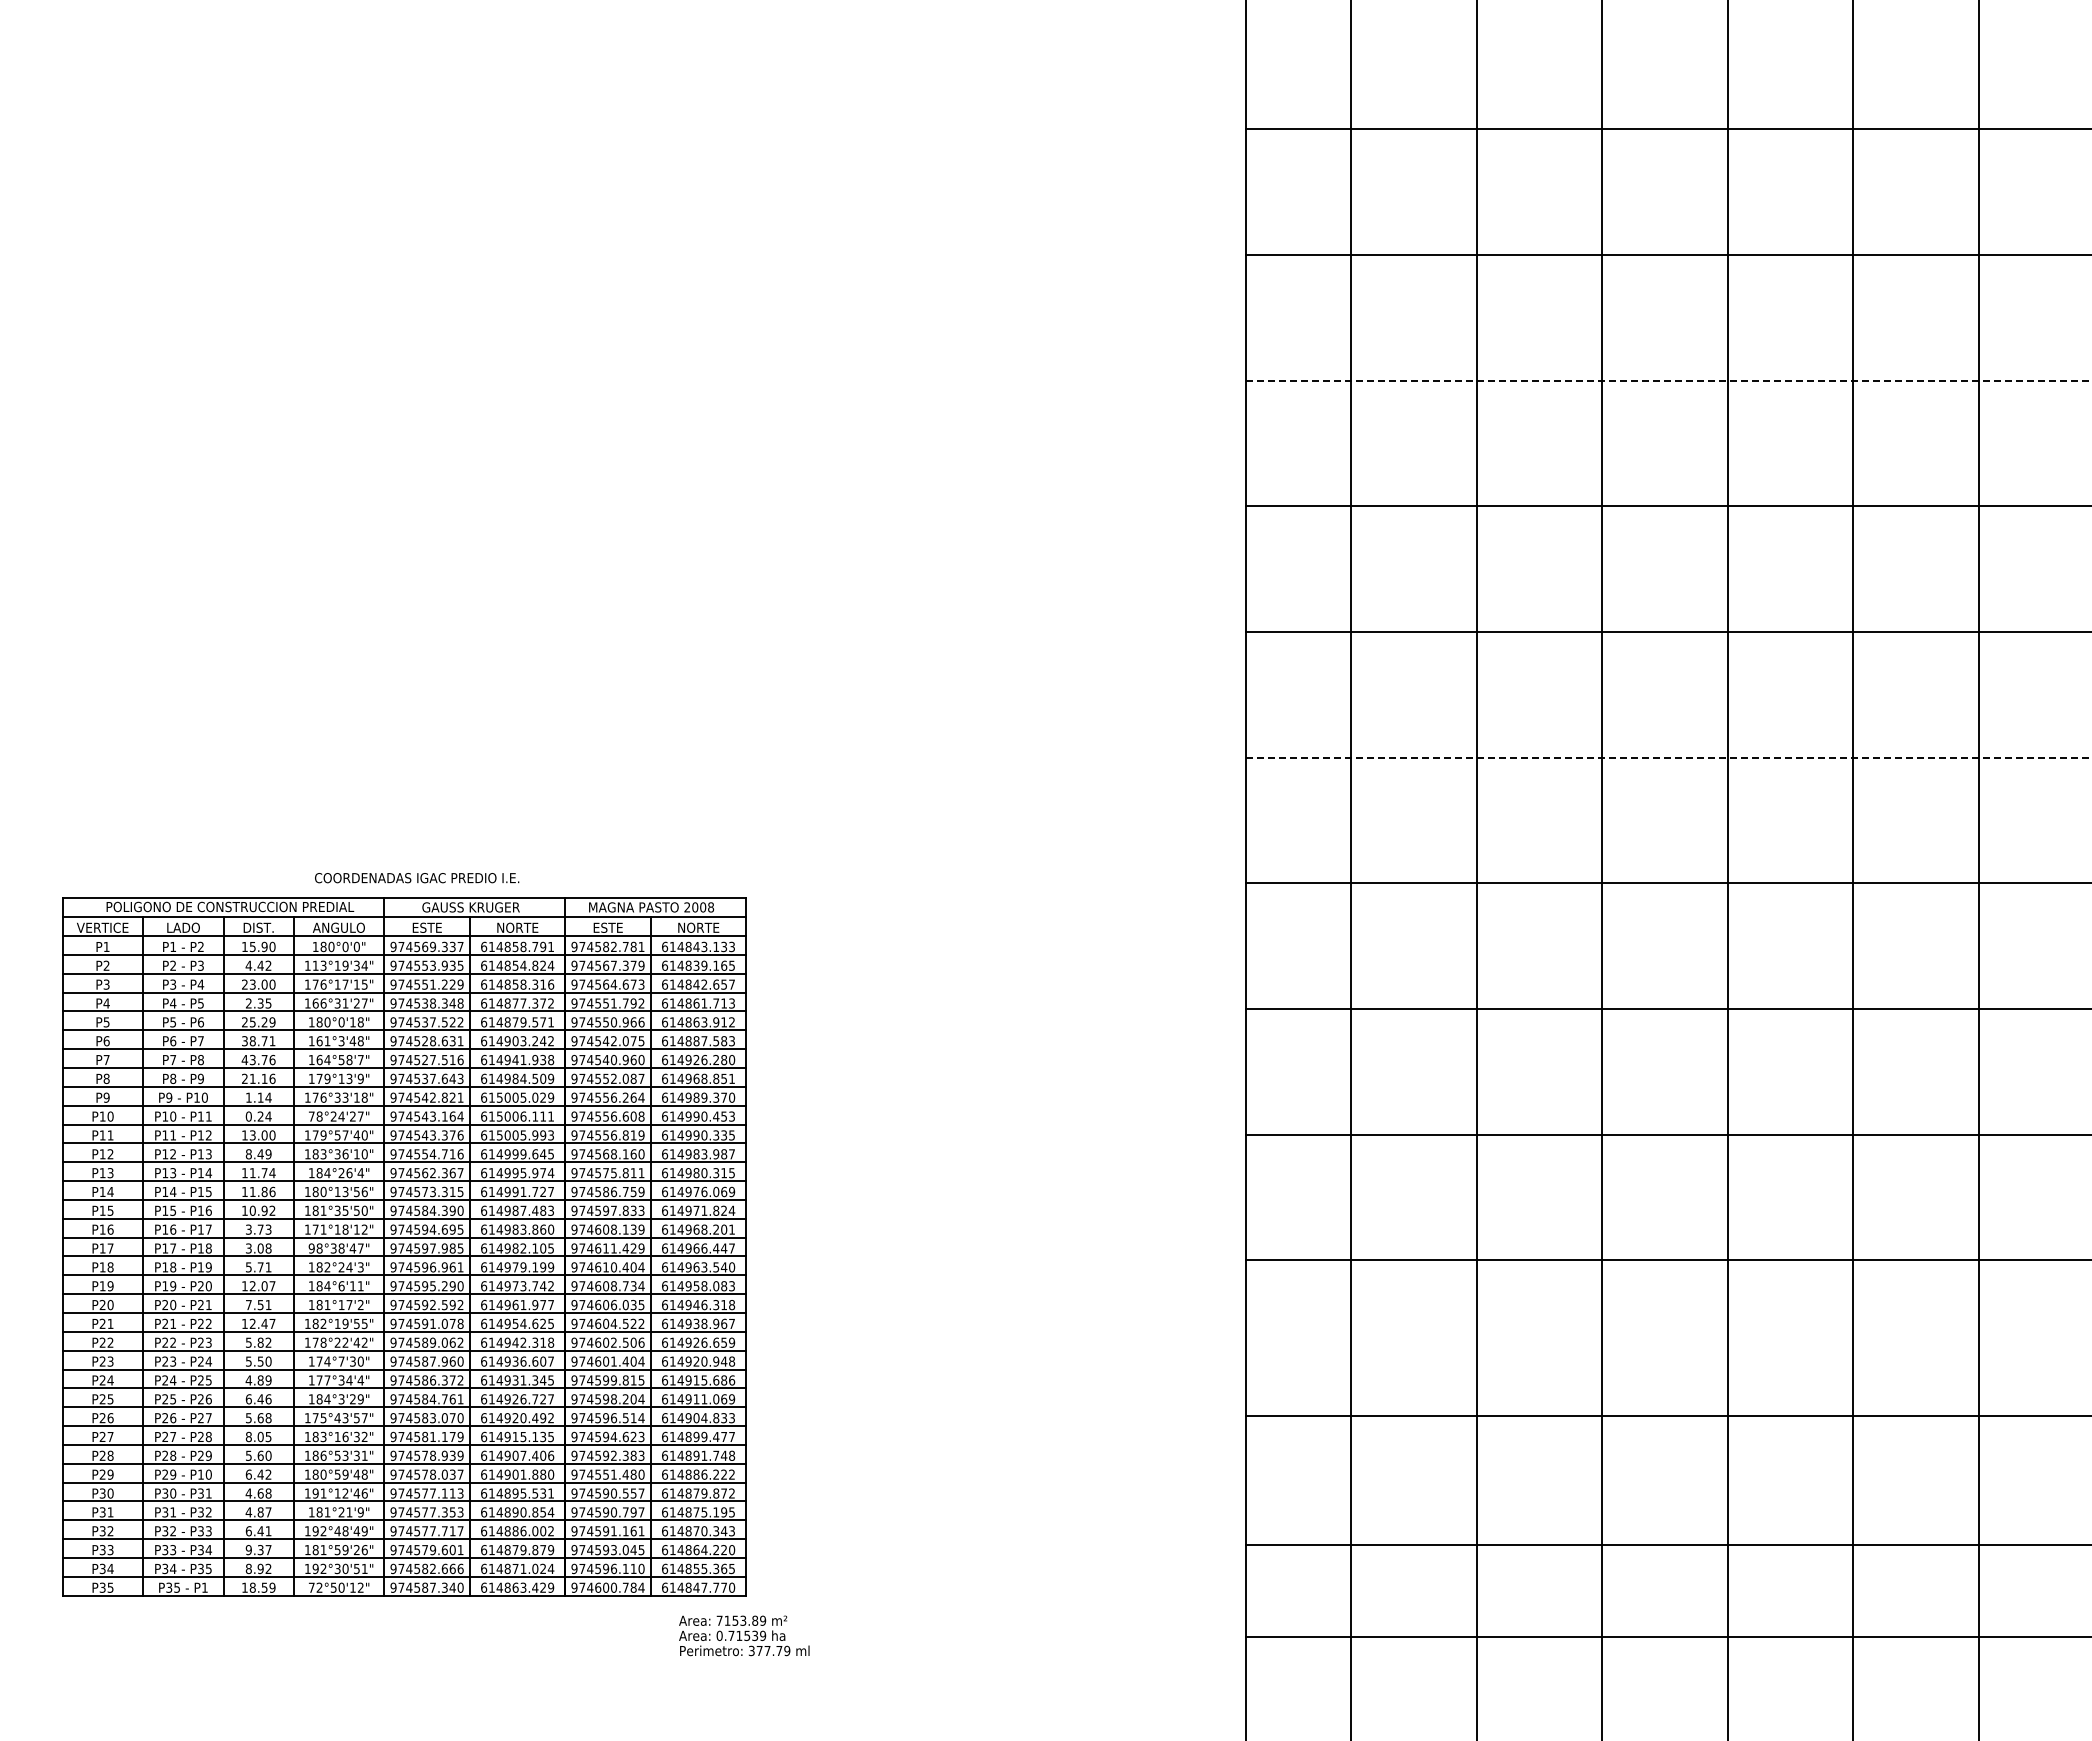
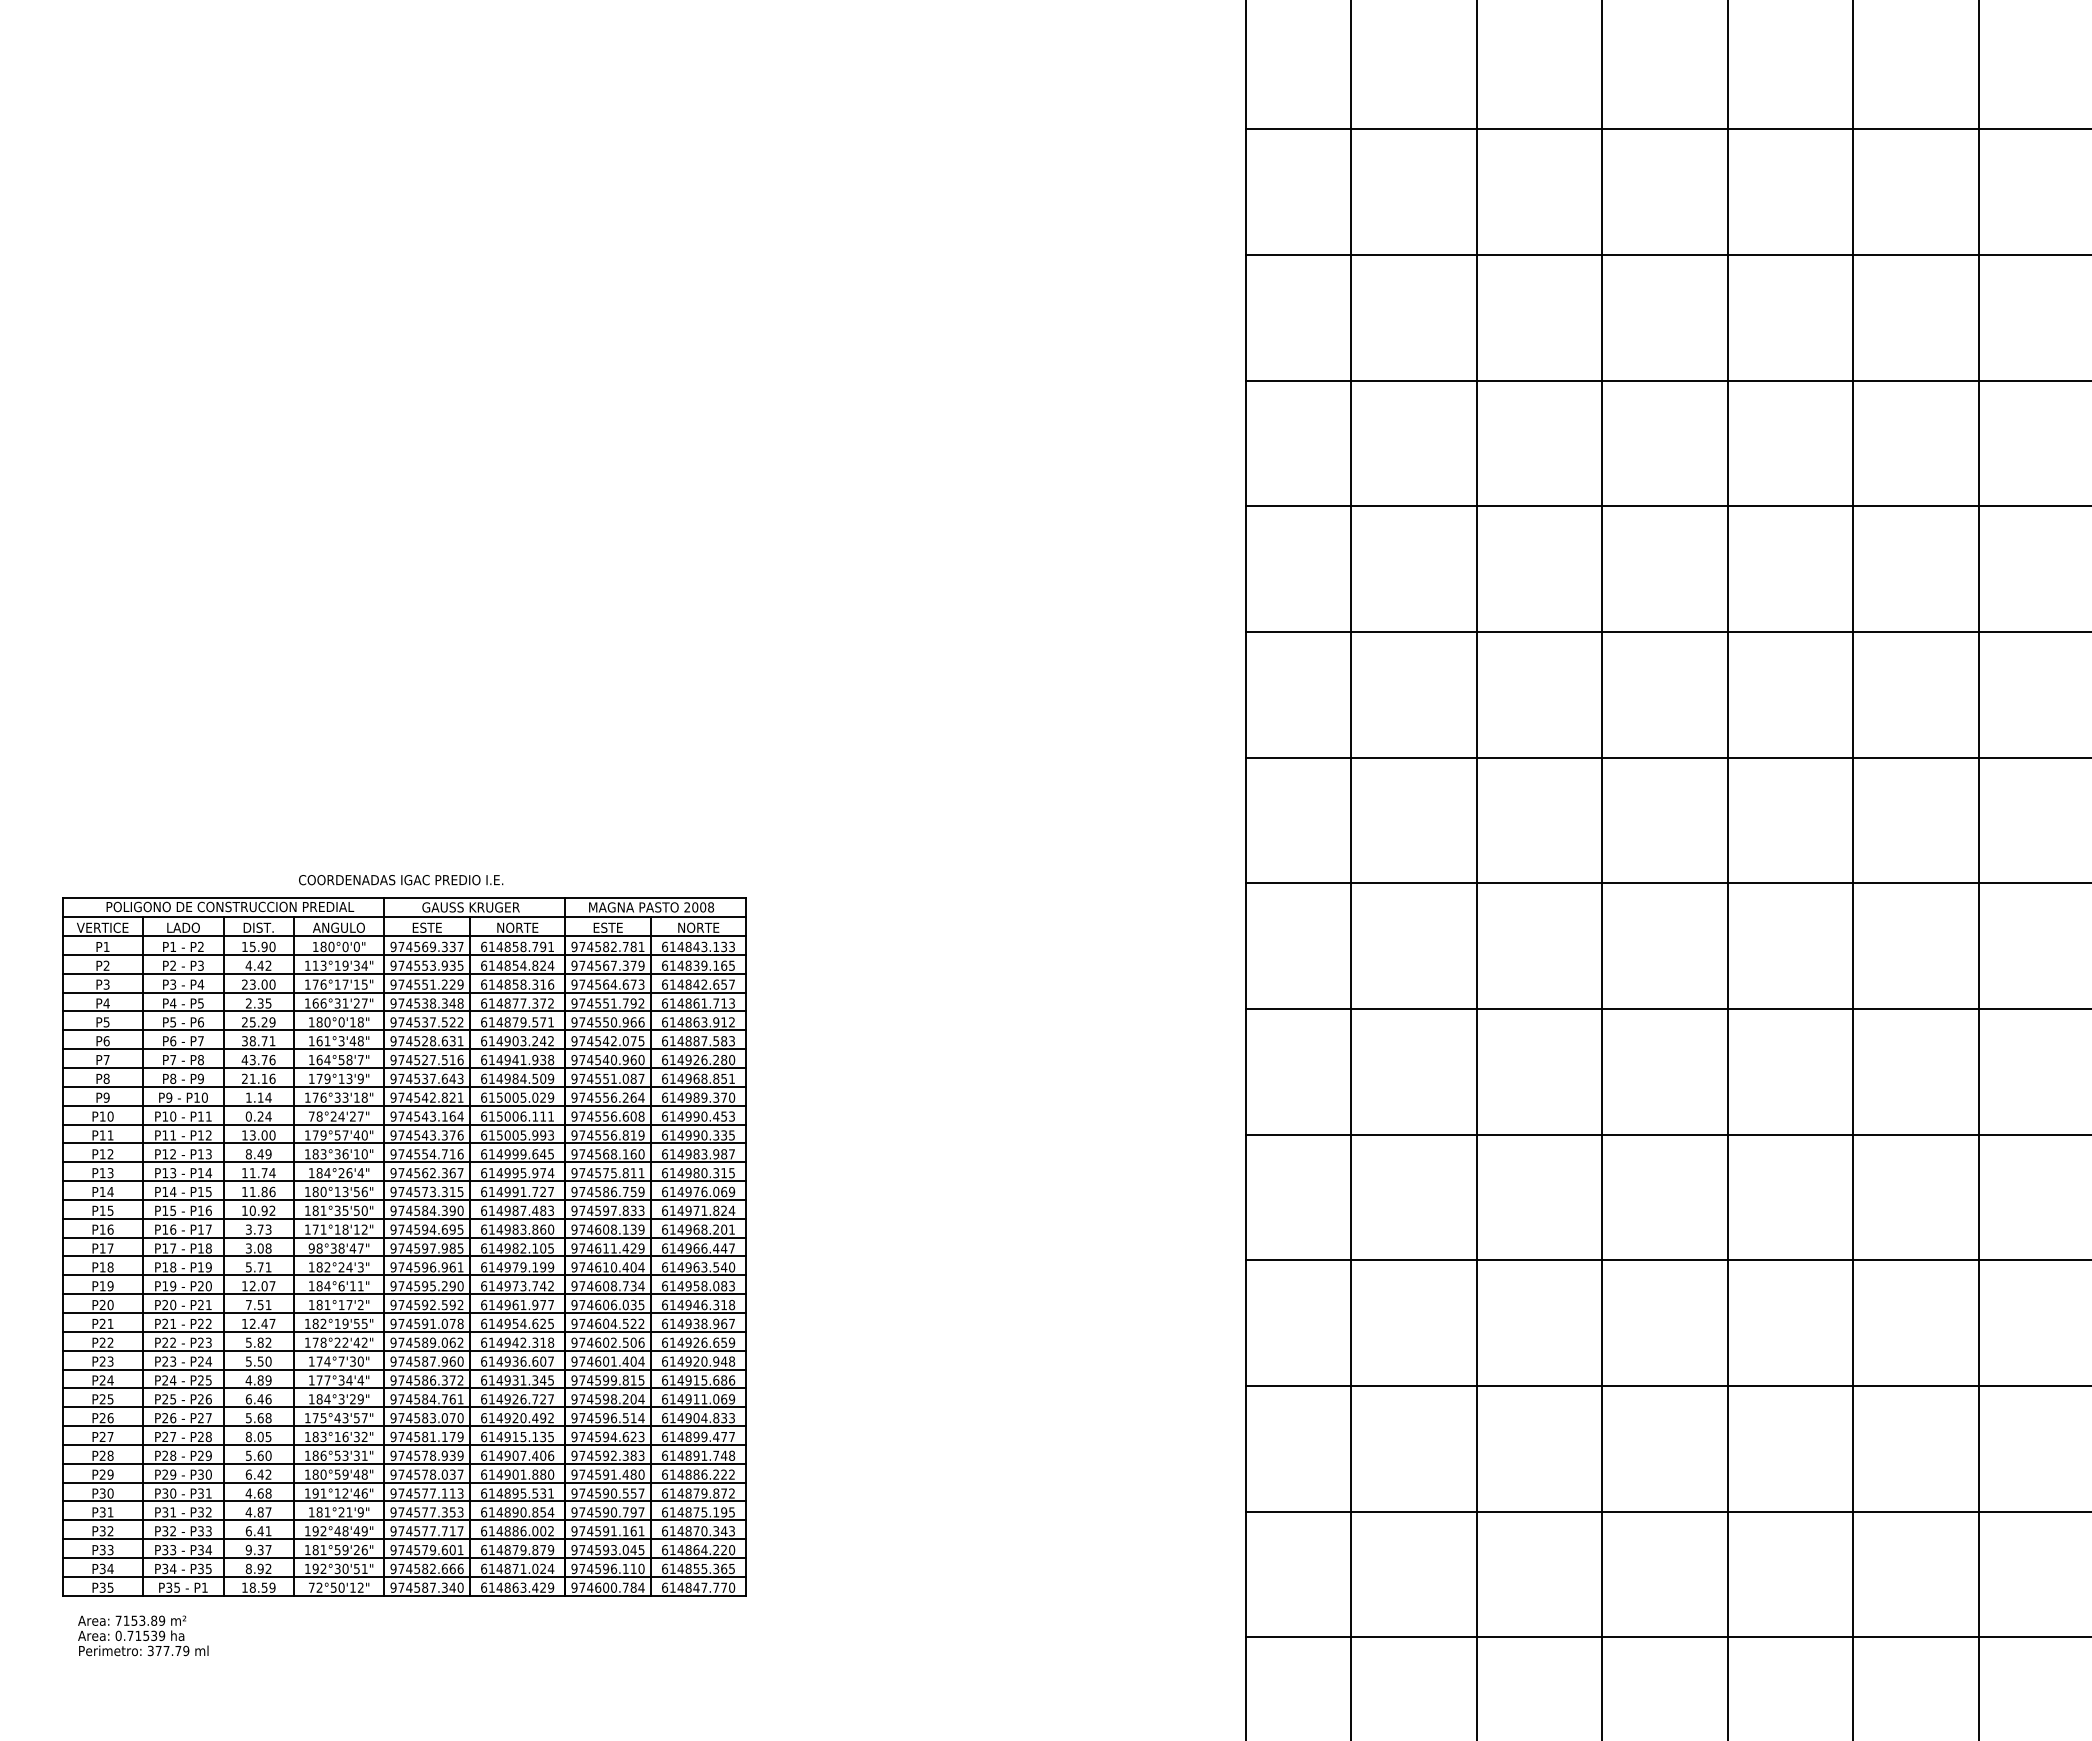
line at (1668, 380): dashed -> solid
line at (1668, 757): dashed -> solid
text at (417, 878) position: (417, 878) -> (401, 880)
text at (613, 1078): 974552.087 -> 974551.087
line at (1666, 1415) position: (1666, 1415) -> (1666, 1385)
text at (200, 1474): P10 -> P30
text at (606, 1474): 974551.480 -> 974591.480
line at (1666, 1544) position: (1666, 1544) -> (1666, 1511)
text at (744, 1635) position: (744, 1635) -> (143, 1635)
